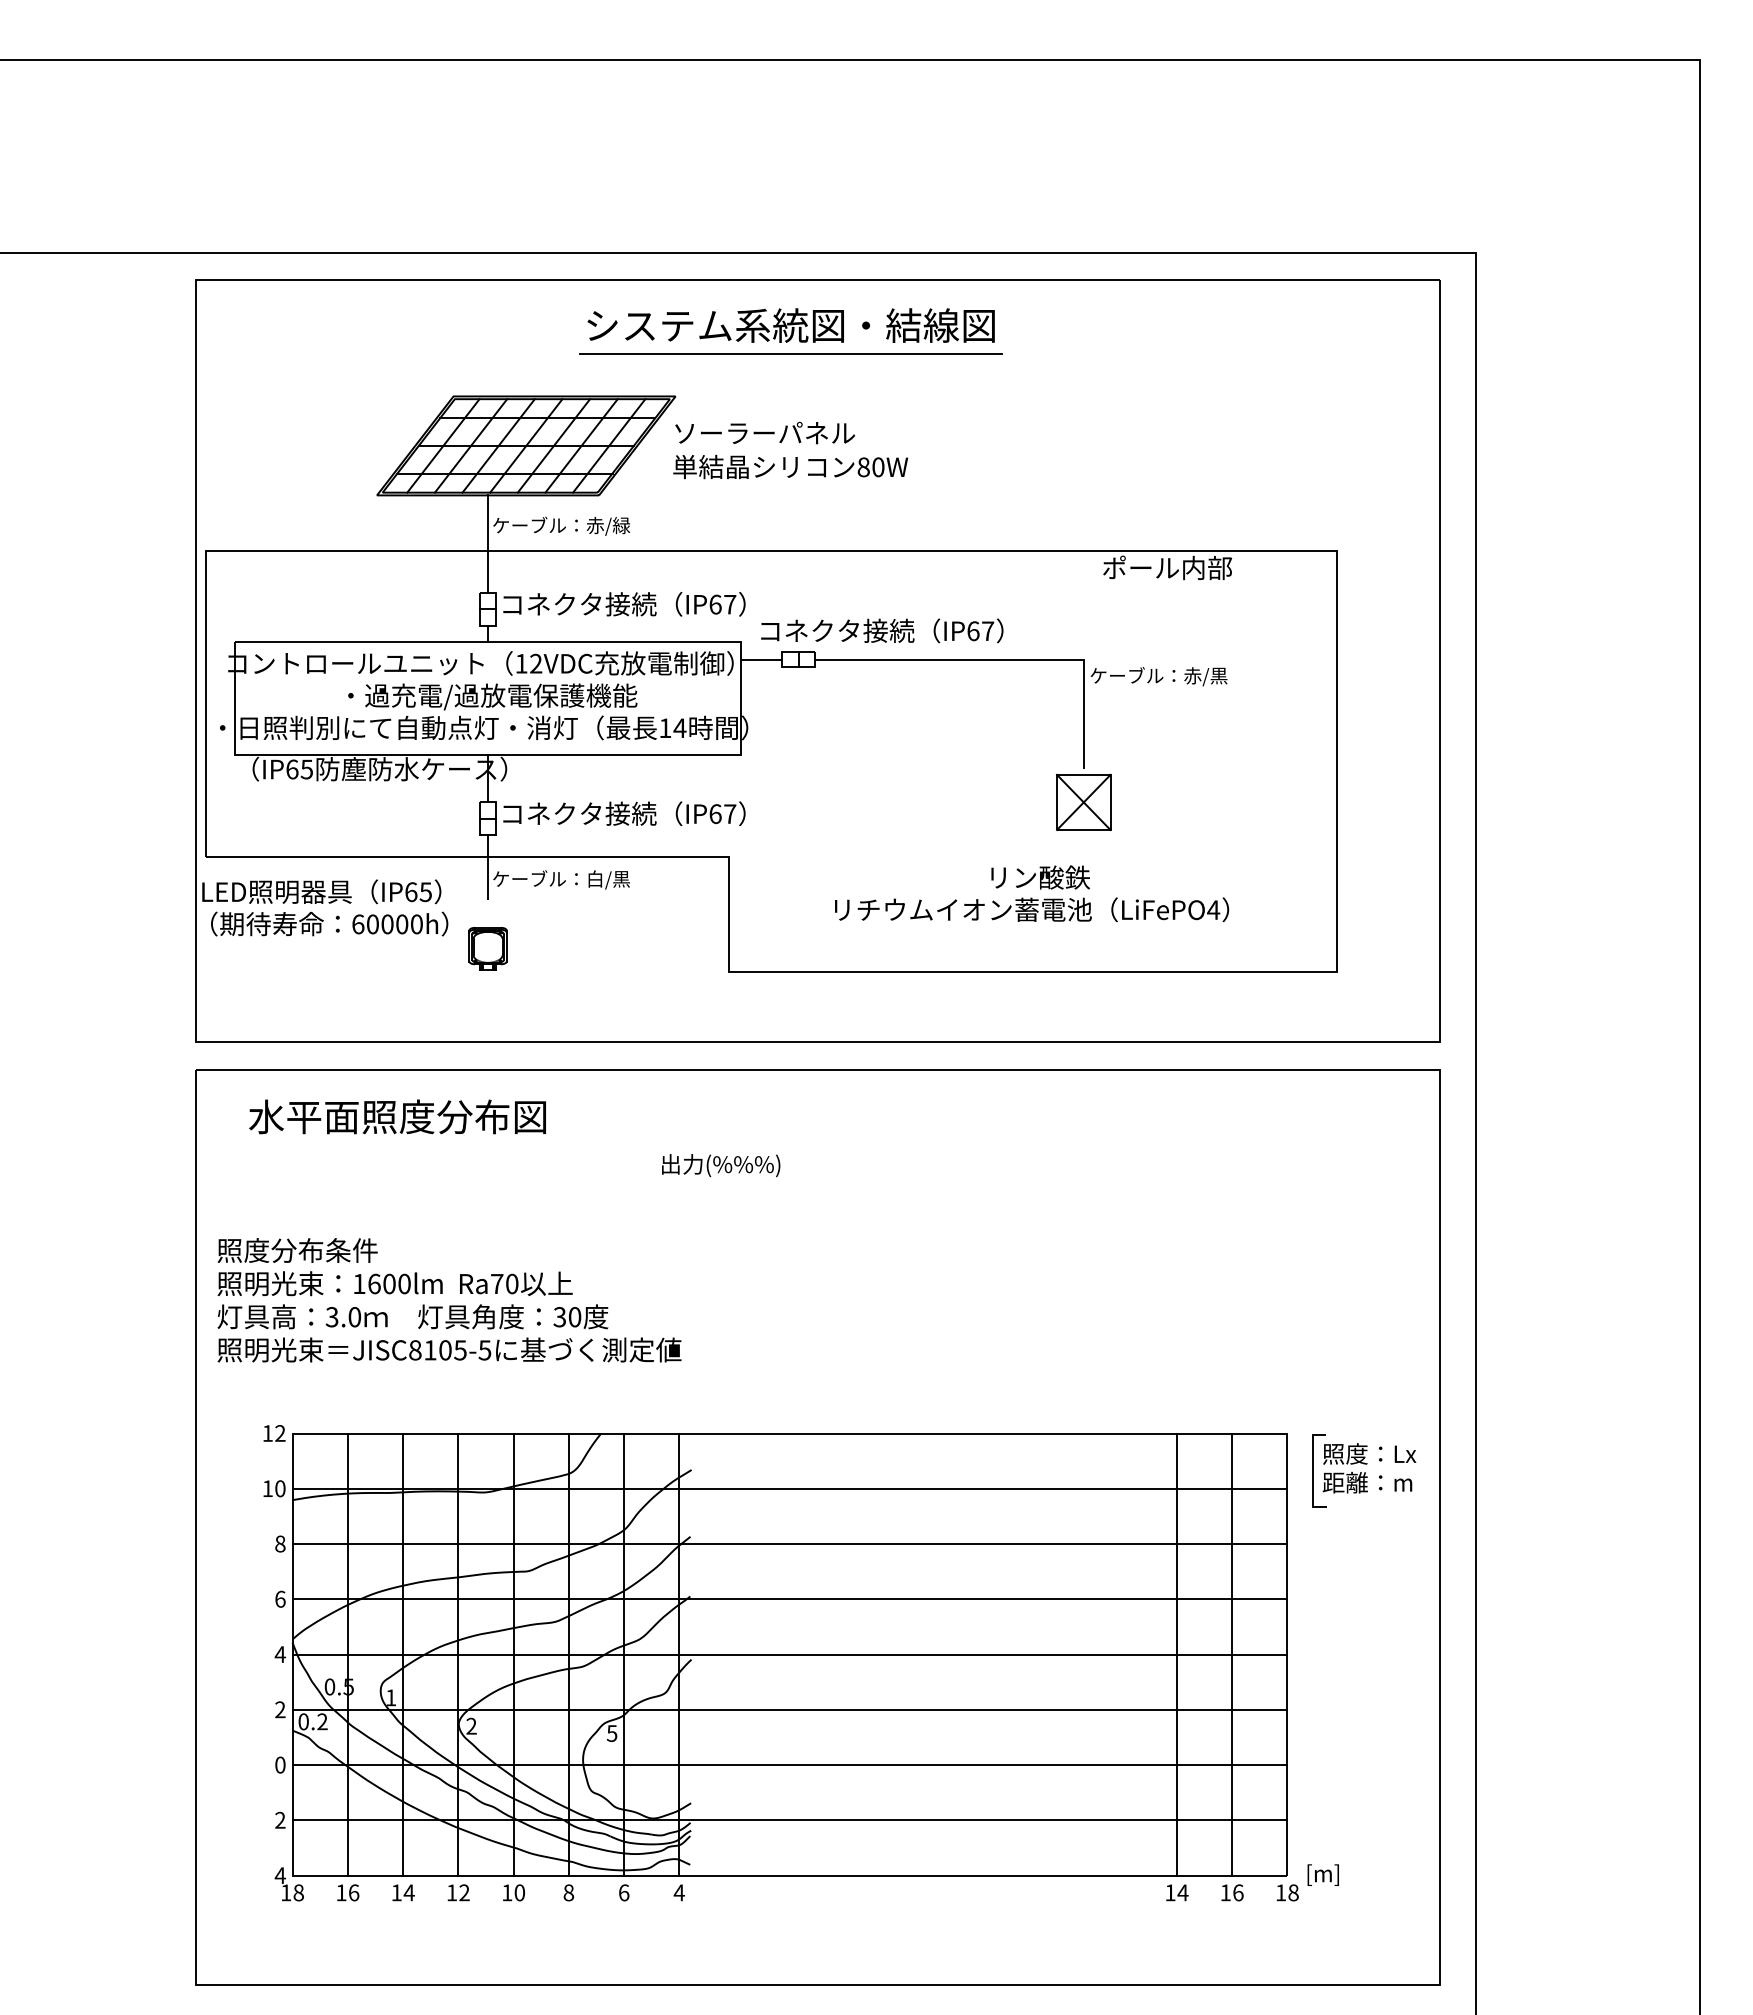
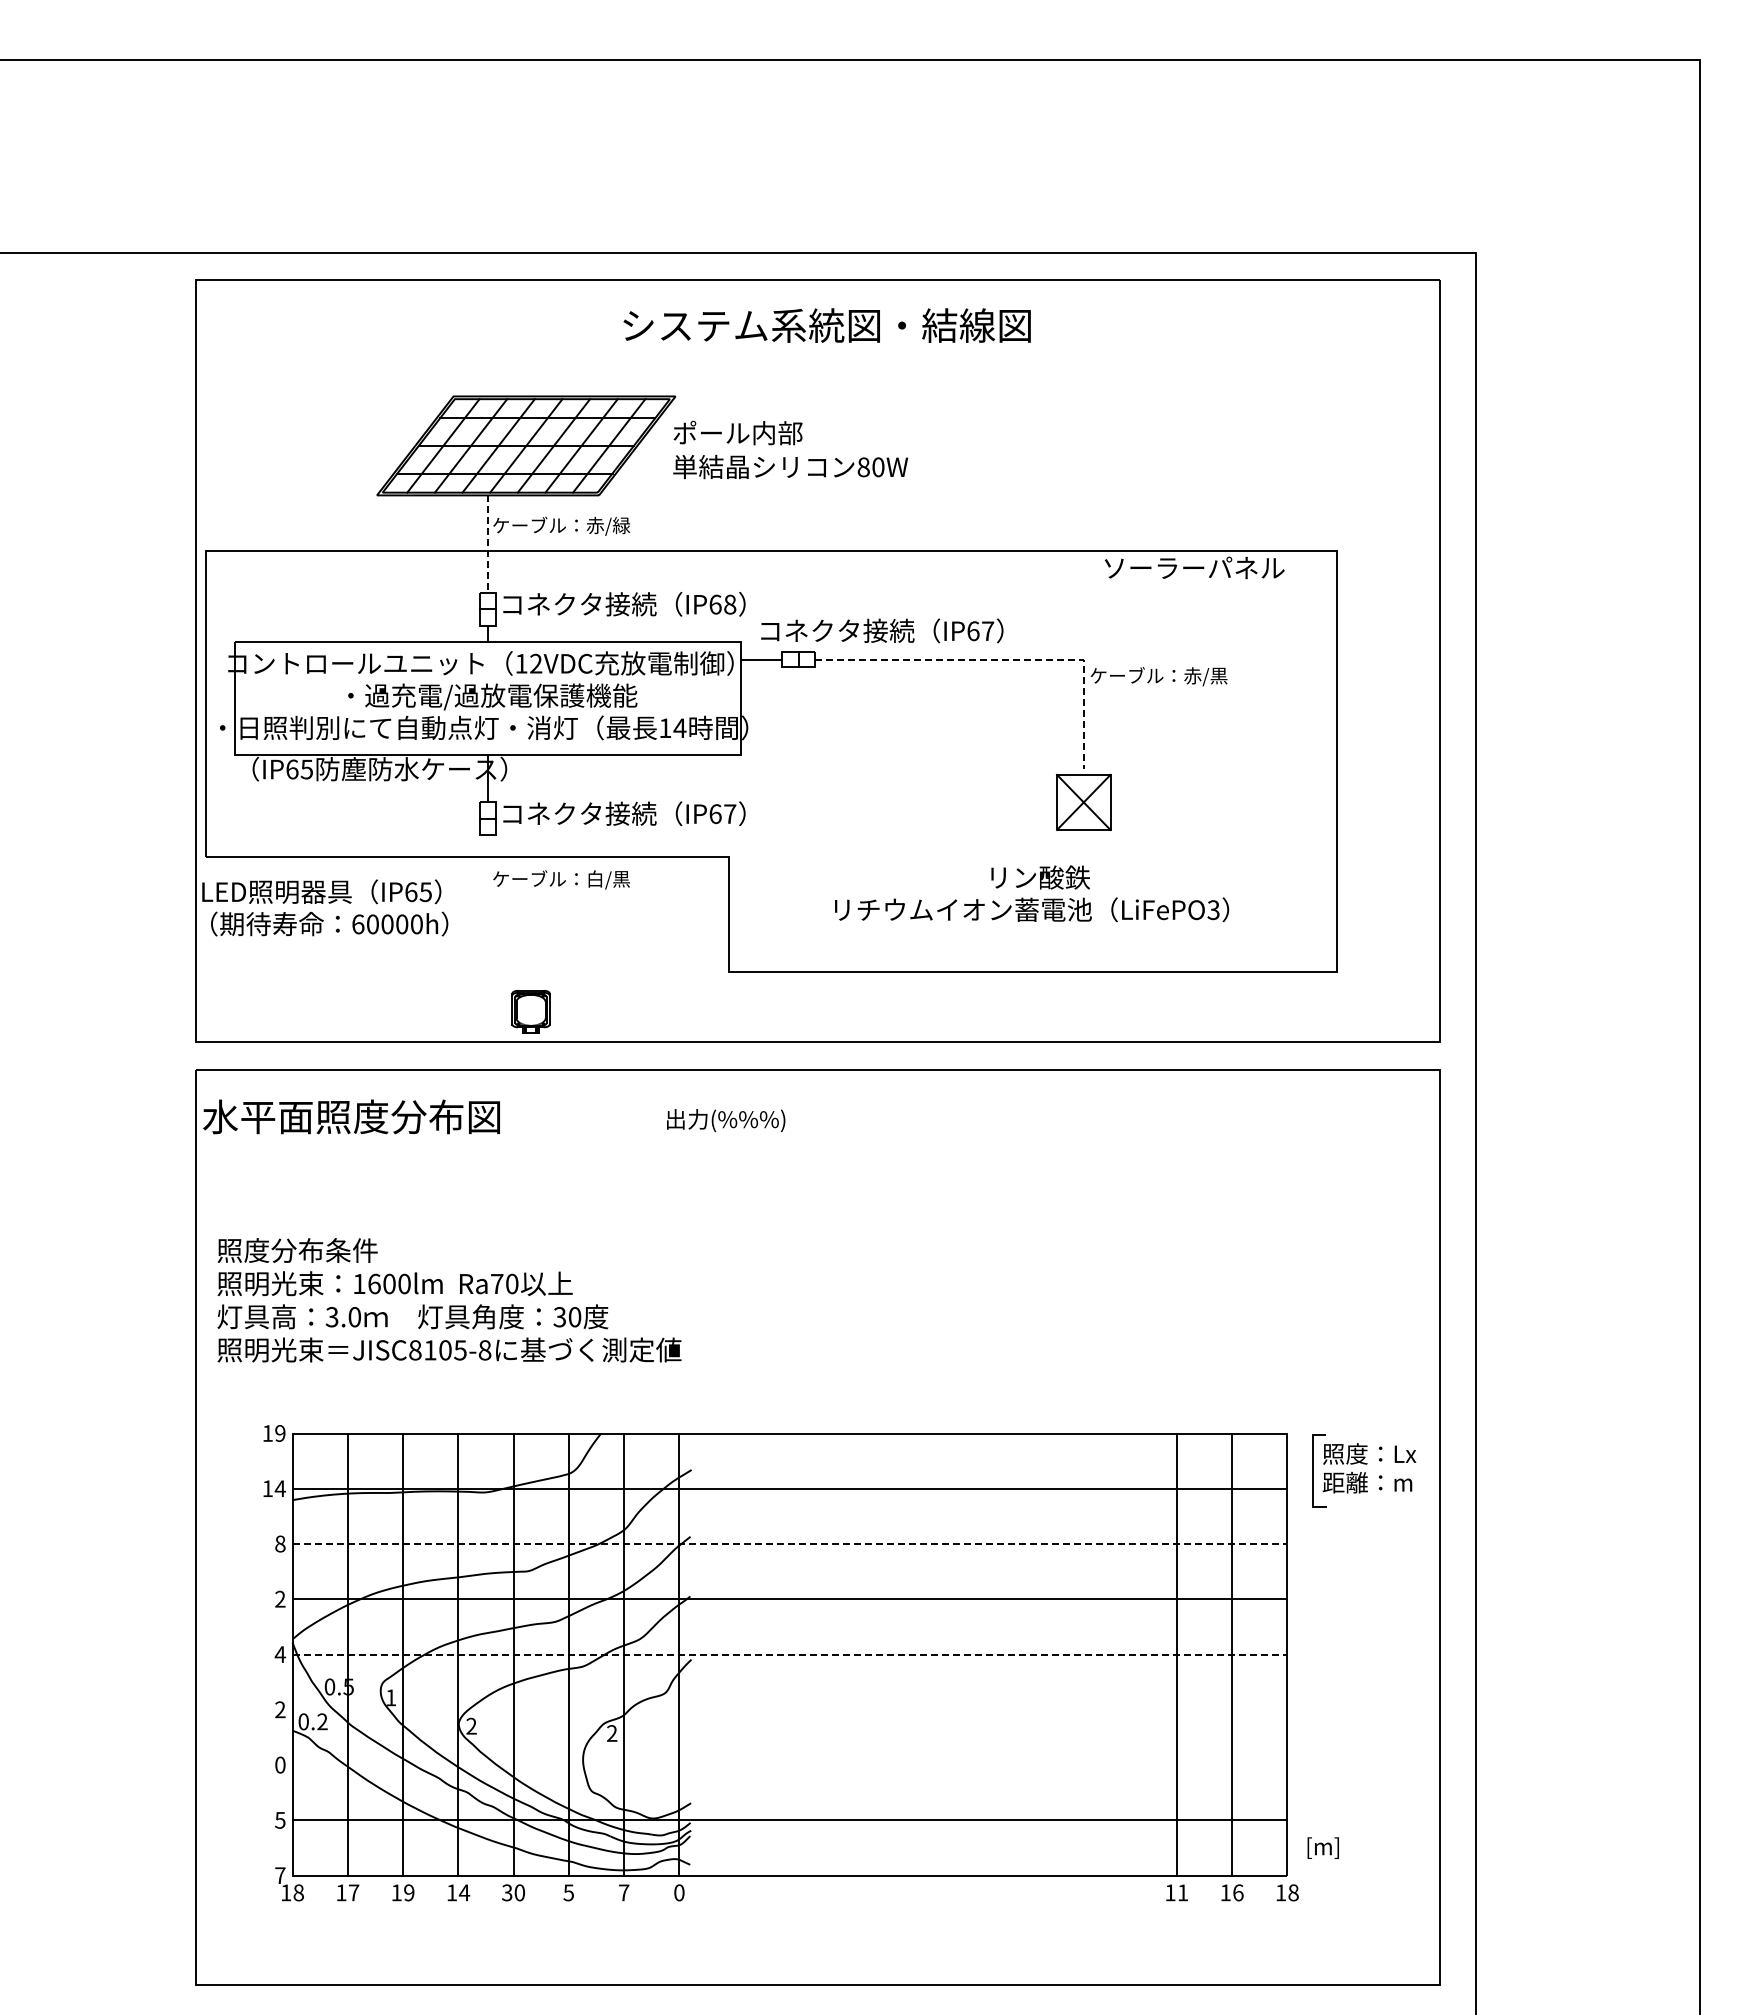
text at (790, 325) position: (790, 325) -> (826, 325)
line at (790, 353): present -> none
text at (763, 432): ソーラーパネル -> ポール内部
line at (488, 544): solid -> dashed
text at (1193, 567): ポール内部 -> ソーラーパネル
text at (730, 604): IP67 -> IP68
line at (1004, 659): solid -> dashed
line at (488, 866): present -> none
text at (1213, 910): LiFePO4 -> LiFePO3
part at (487, 948) position: (487, 948) -> (530, 1011)
text at (397, 1116) position: (397, 1116) -> (351, 1116)
text at (721, 1165) position: (721, 1165) -> (726, 1120)
text at (484, 1350): JISC8105-5 -> JISC8105-8
text at (280, 1433): 12 -> 19
text at (279, 1488): 10 -> 14
line at (790, 1544): solid -> dashed
text at (280, 1598): 6 -> 2
line at (790, 1654): solid -> dashed
line at (789, 1709): present -> none
text at (611, 1733): 5 -> 2
line at (789, 1765): present -> none
text at (280, 1819): 2 -> 5
text at (1322, 1874) position: (1322, 1874) -> (1322, 1847)
text at (279, 1875): 4 -> 7
text at (354, 1892): 16 -> 17
text at (408, 1892): 14 -> 19
text at (464, 1892): 12 -> 14
text at (507, 1892): 10 -> 30
text at (568, 1892): 8 -> 5
text at (624, 1892): 6 -> 7
text at (678, 1892): 4 -> 0
text at (1182, 1892): 14 -> 11
